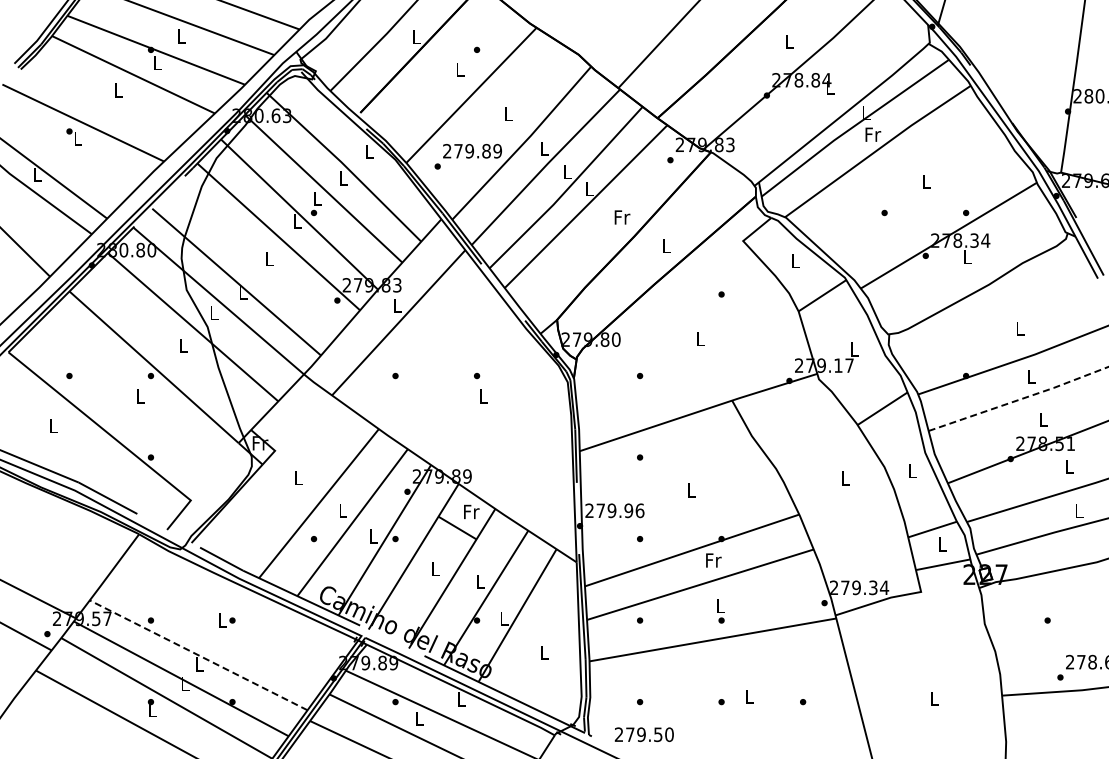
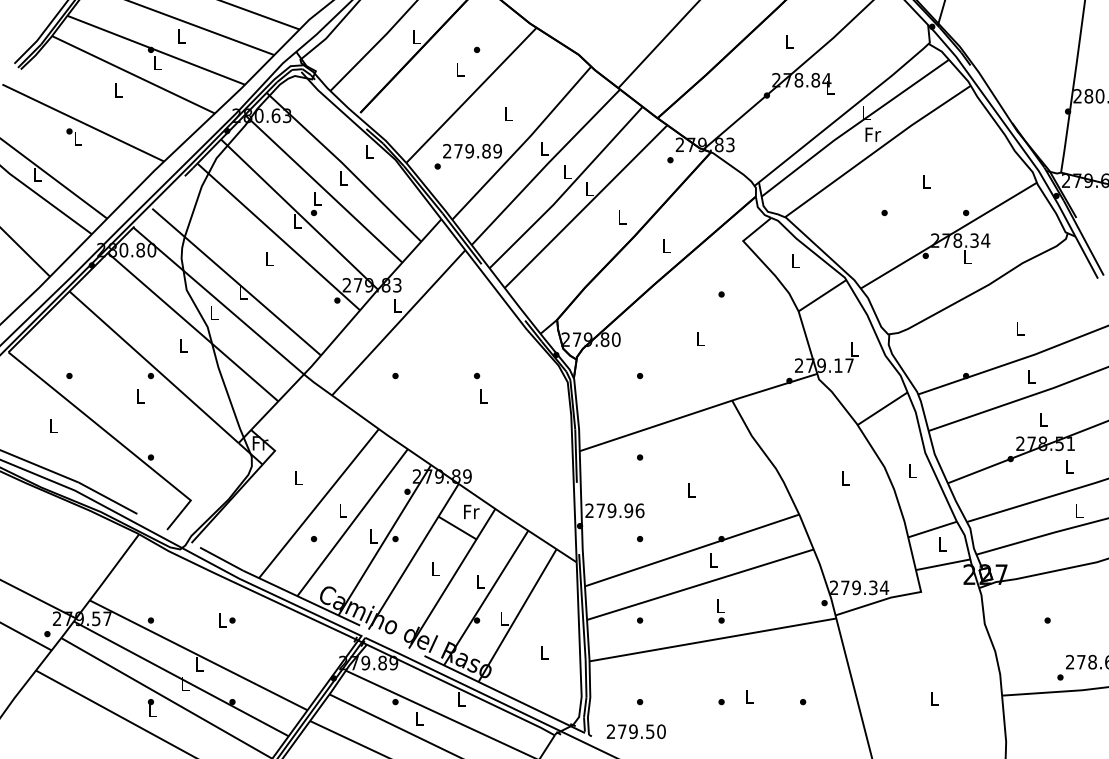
text at (622, 217): Fr -> L
line at (1020, 399): dashed -> solid
text at (713, 560): Fr -> L
line at (198, 655): dashed -> solid
text at (643, 734) position: (643, 734) -> (635, 731)
